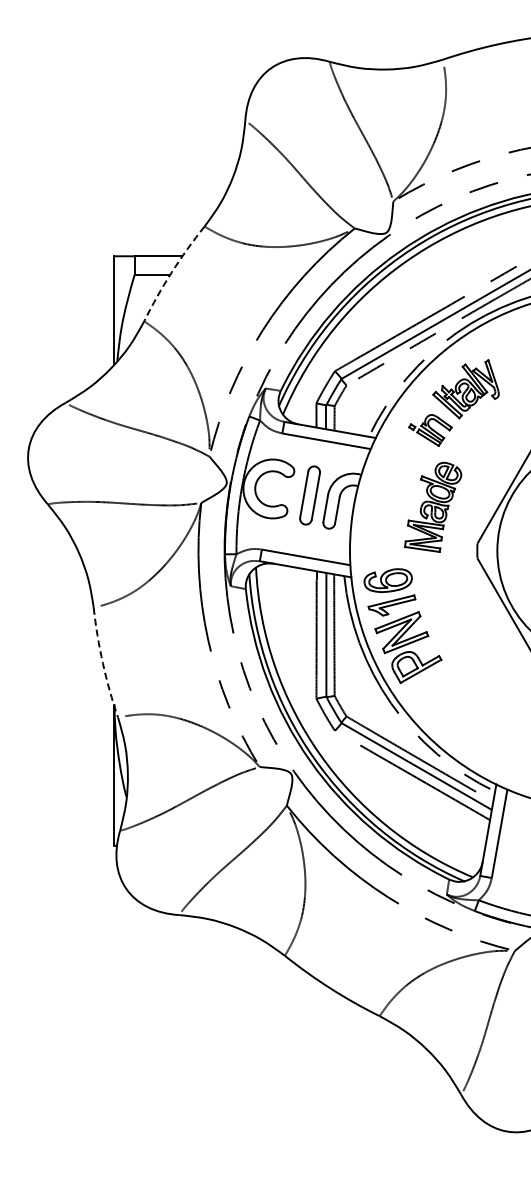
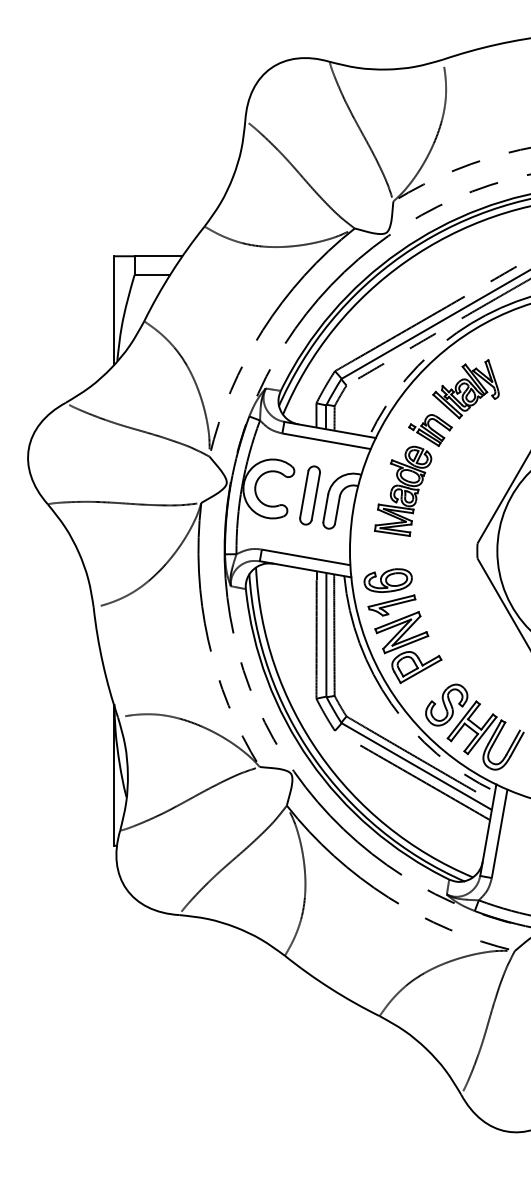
arc at (171, 272): dashed -> solid
part at (433, 506) position: (433, 506) -> (403, 490)
arc at (102, 663): dashed -> solid
part at (474, 726): none -> present
